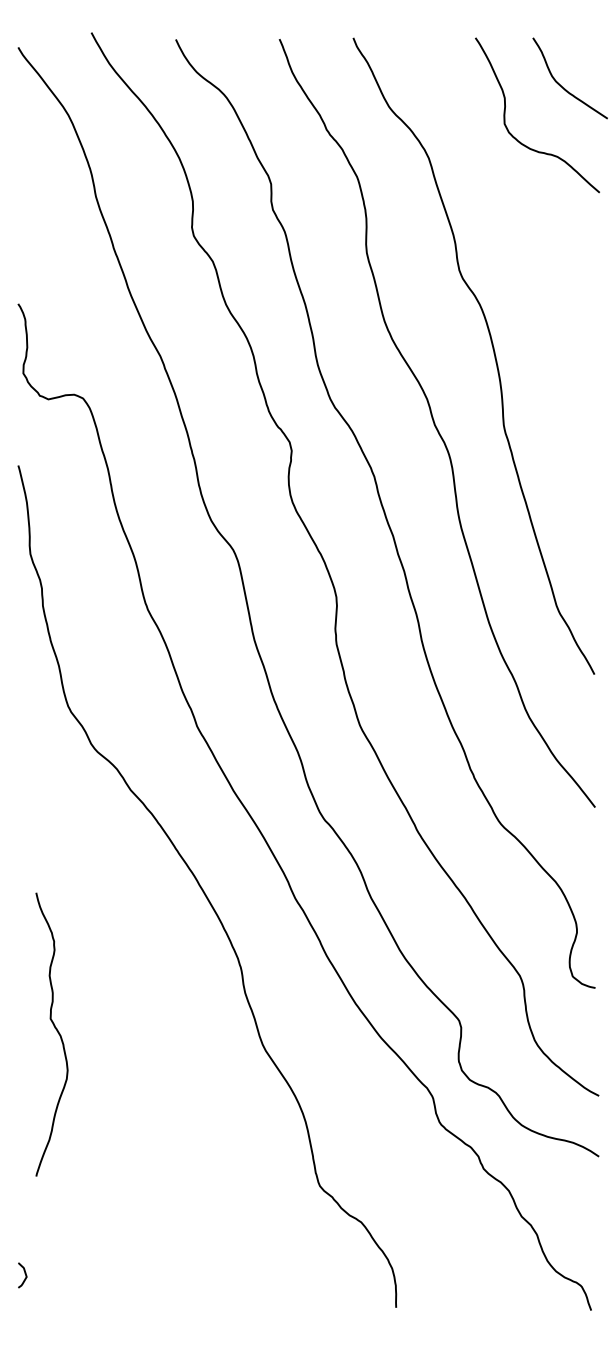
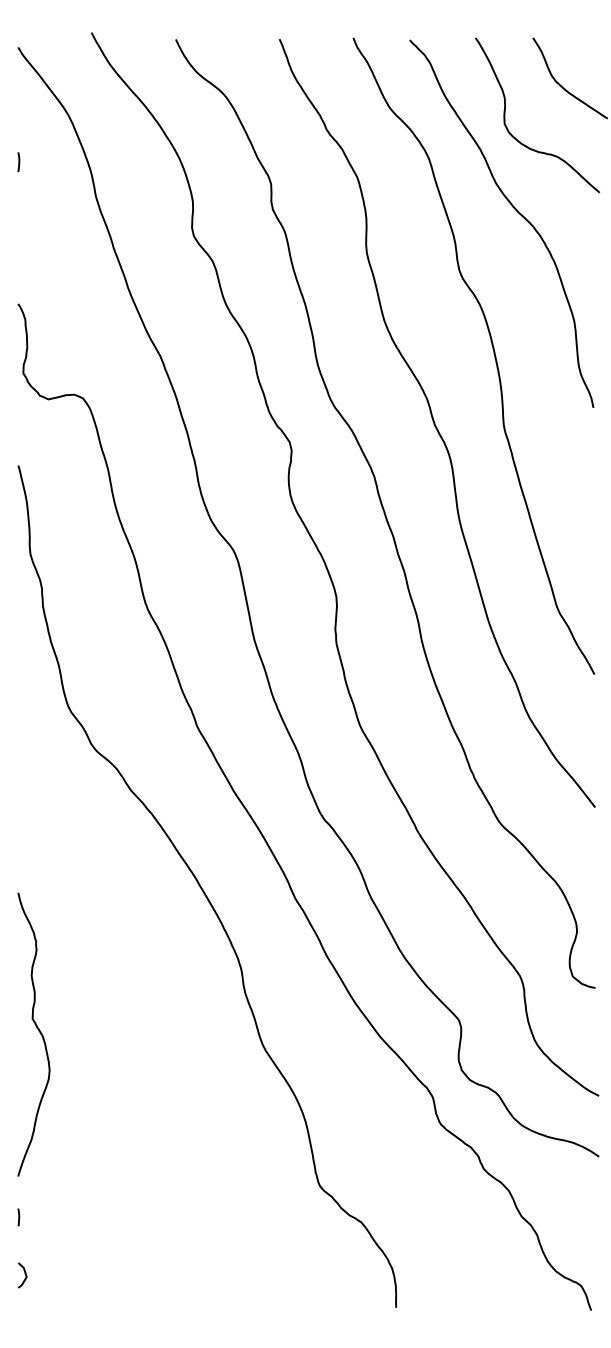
line at (18, 161): none -> present
curve at (514, 209): none -> present
curve at (56, 1031) position: (56, 1031) -> (38, 1031)
line at (18, 1217): none -> present
